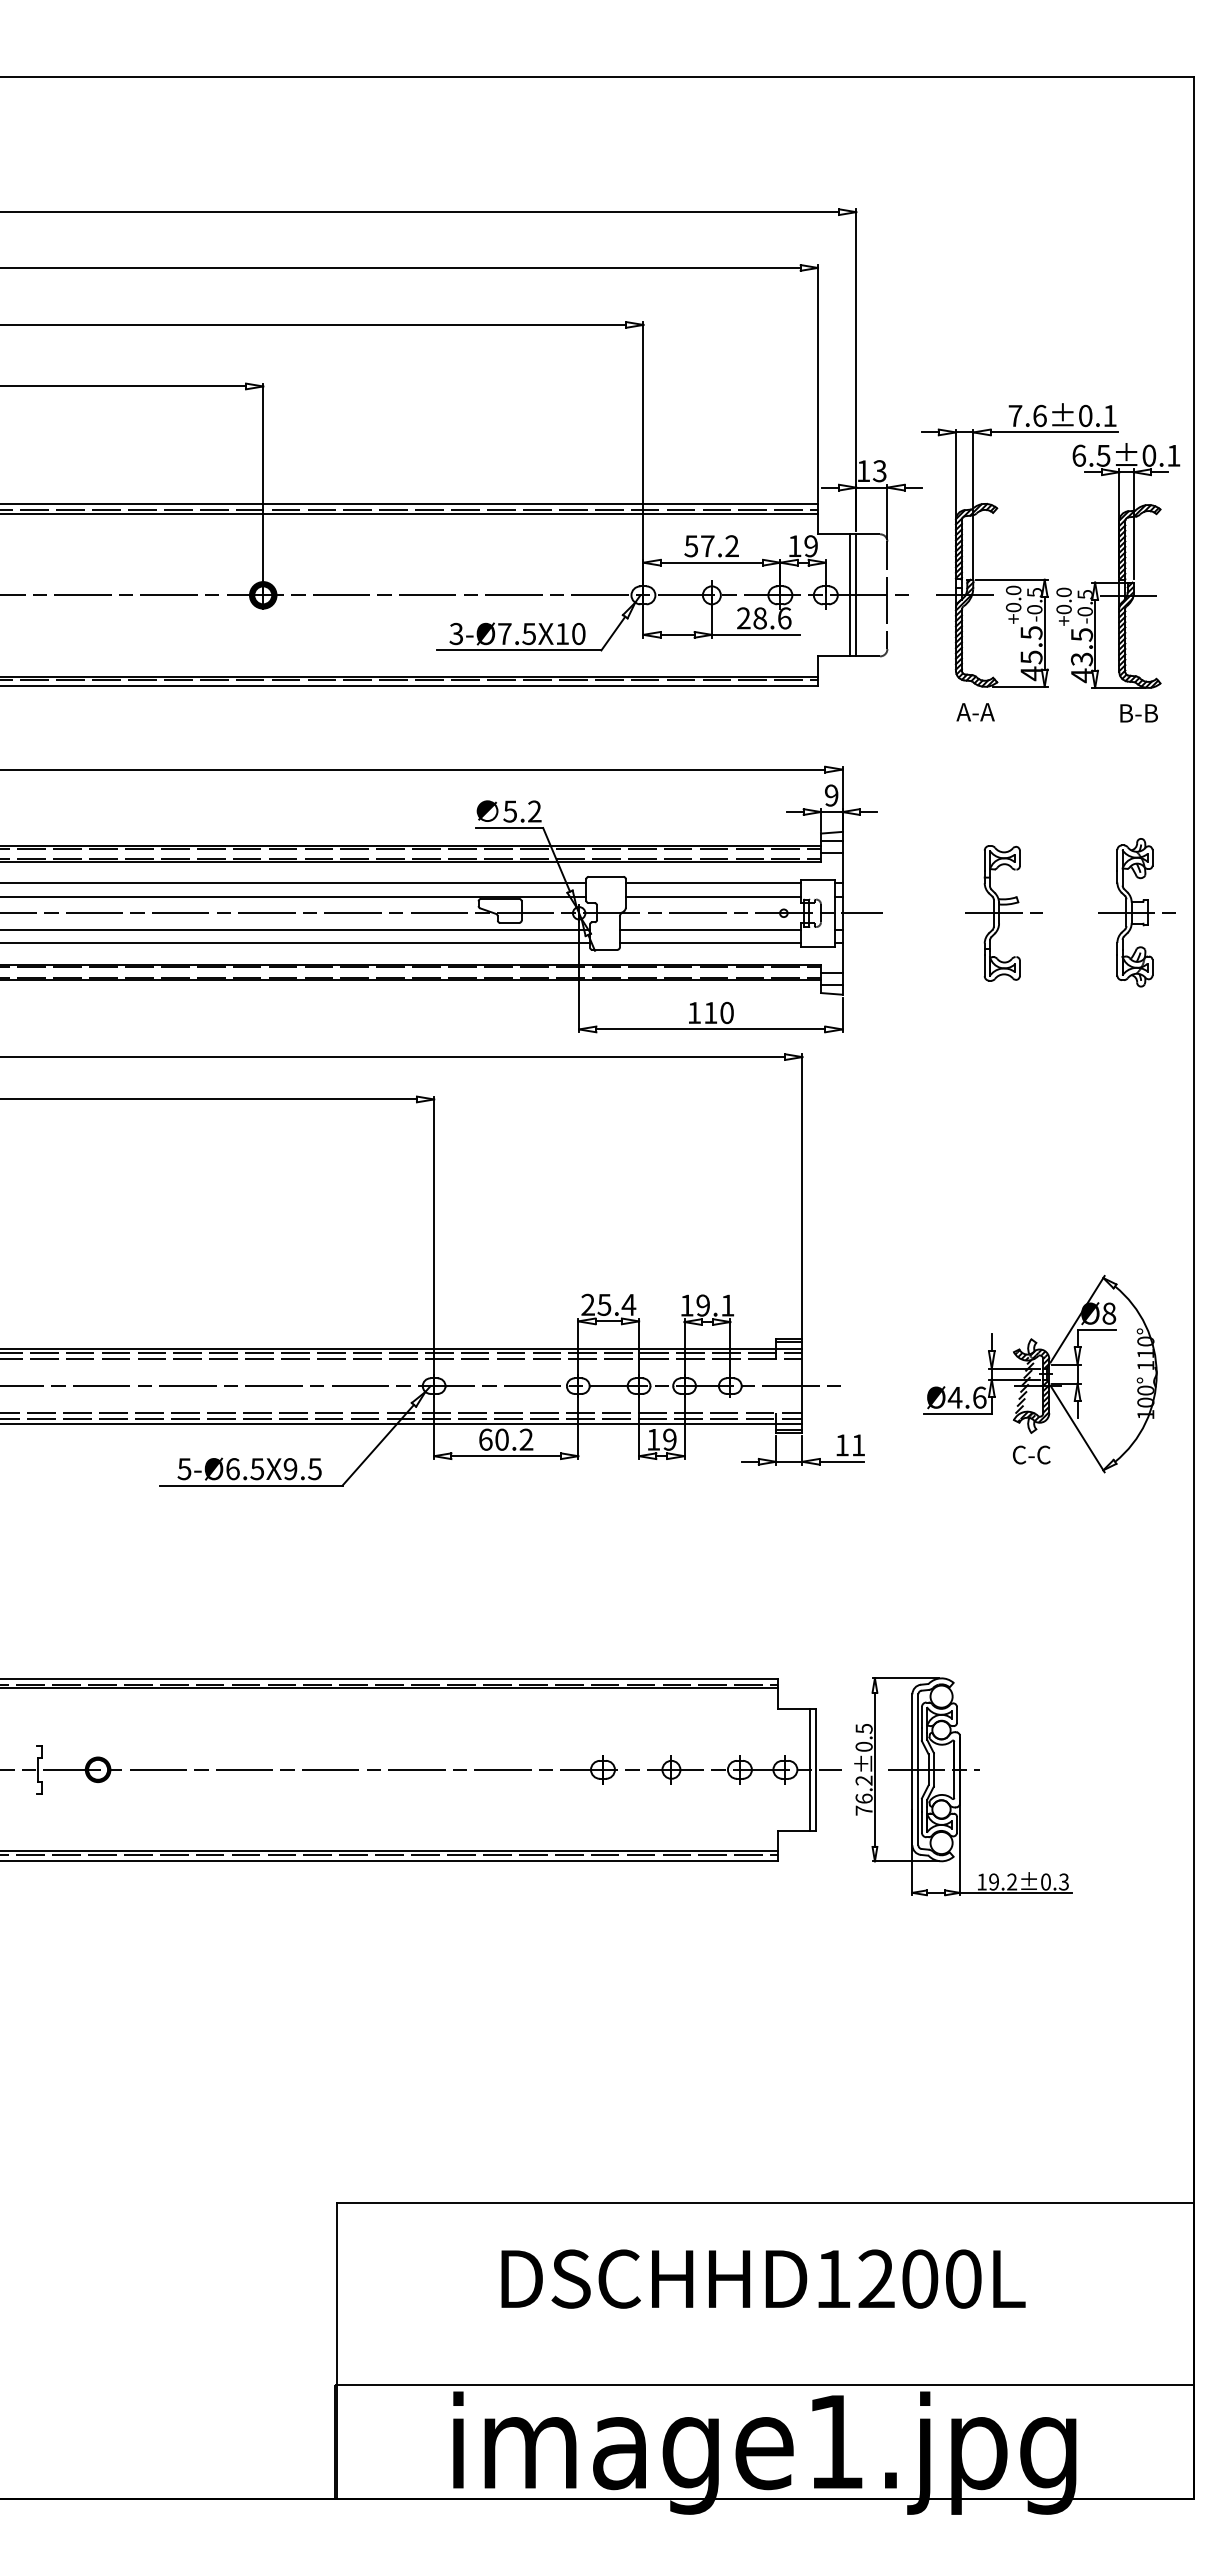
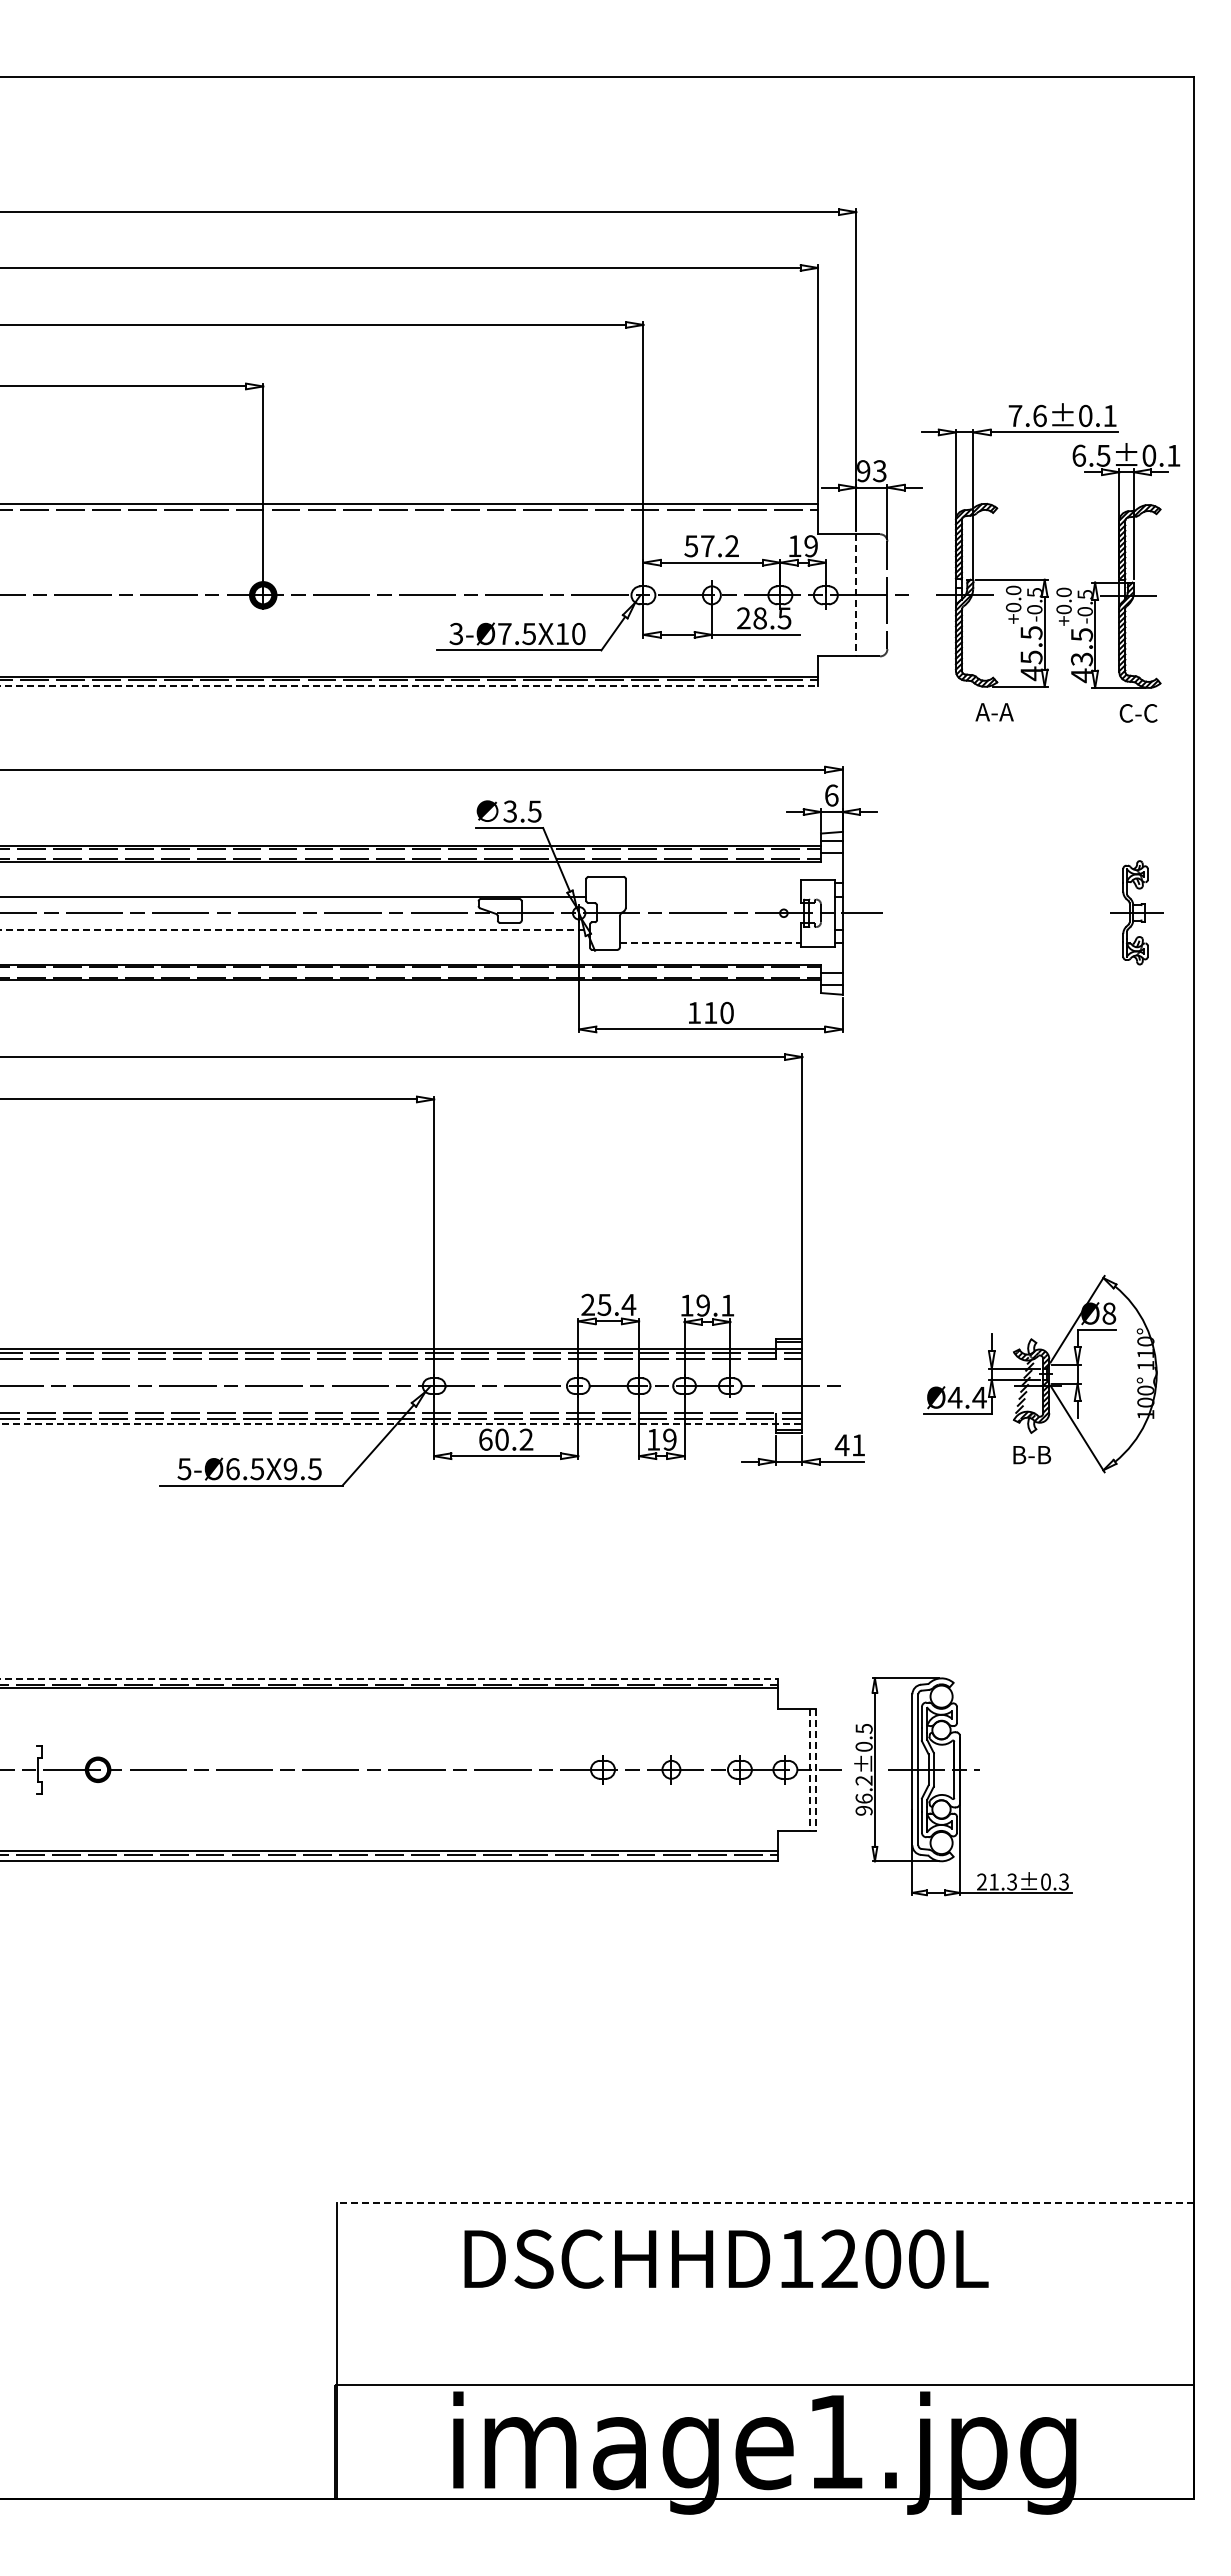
text at (863, 471): 13 -> 93
line at (409, 513): present -> none
line at (850, 595): present -> none
line at (856, 595): solid -> dashed
text at (784, 618): 28.6 -> 28.5
line at (409, 686): solid -> dashed
text at (975, 712) position: (975, 712) -> (994, 712)
text at (1138, 713): B-B -> C-C
text at (831, 795): 9 -> 6
text at (522, 811): 5.2 -> 3.5
line at (294, 883): present -> none
line at (713, 883): present -> none
line at (713, 896): present -> none
part at (1136, 912) size: 78x150 px -> 54x106 px
part at (1003, 913): present -> none
line at (295, 930): solid -> dashed
line at (710, 930): present -> none
line at (295, 943): present -> none
line at (710, 943): solid -> dashed
text at (979, 1397): Ø4.6 -> Ø4.4
line at (401, 1423): solid -> dashed
text at (841, 1445): 11 -> 41
text at (1031, 1454): C-C -> B-B
line at (389, 1678): solid -> dashed
line at (809, 1770): solid -> dashed
line at (815, 1770): solid -> dashed
text at (863, 1810): 76.2±0.5 -> 96.2±0.5
text at (997, 1881): 19.2±0.3 -> 21.3±0.3
line at (765, 2203): solid -> dashed
text at (763, 2278) position: (763, 2278) -> (726, 2258)
